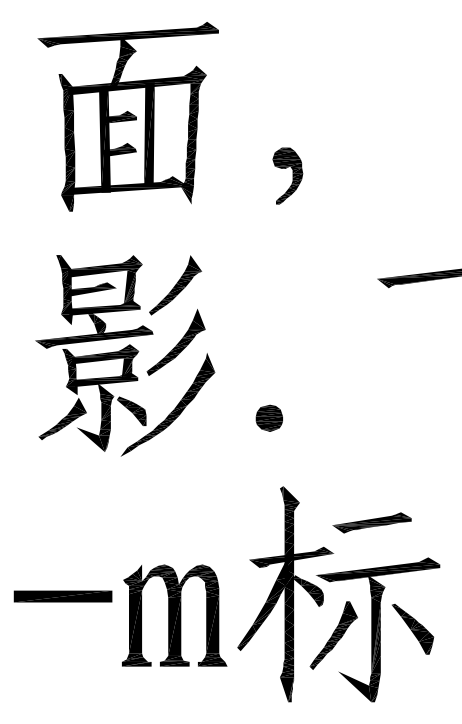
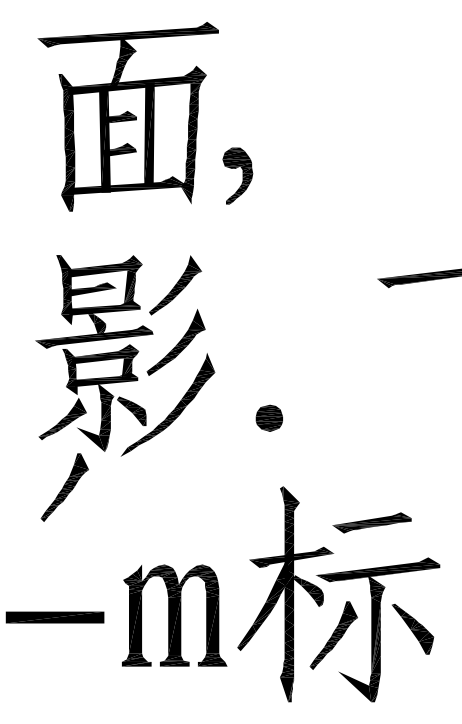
part at (287, 175) position: (287, 175) -> (237, 175)
part at (64, 487): none -> present
part at (62, 596) position: (62, 596) -> (54, 617)
